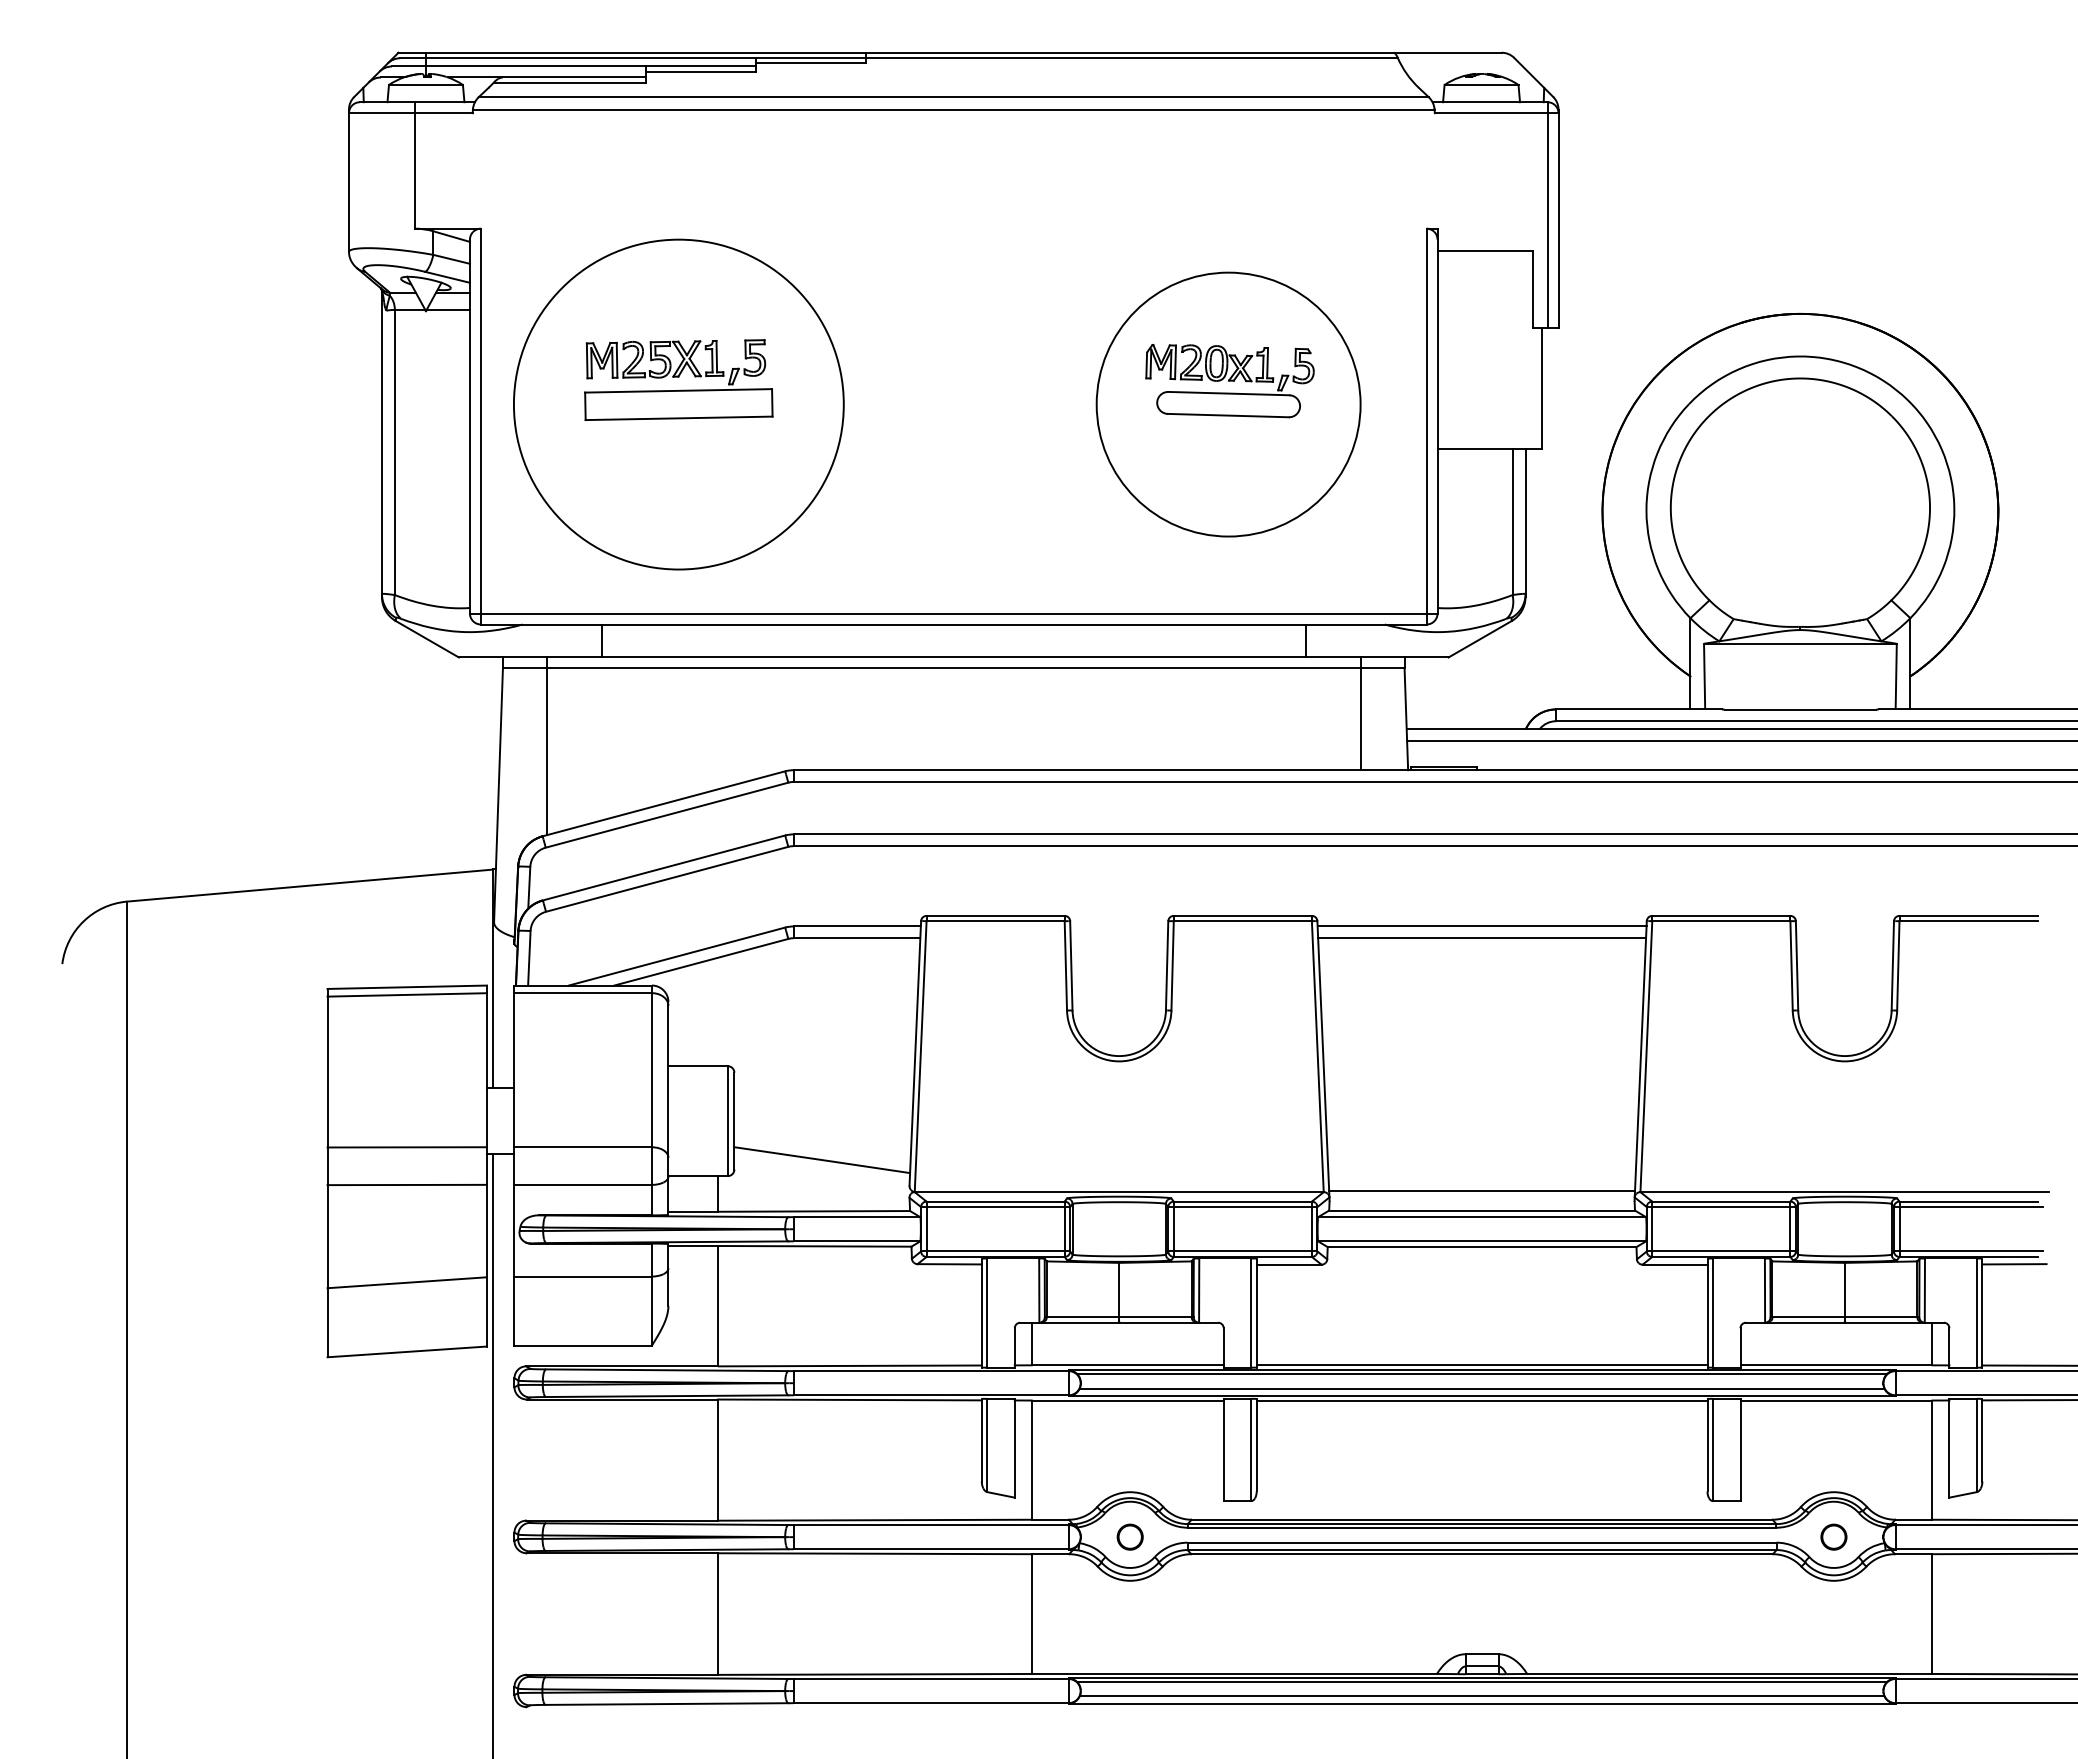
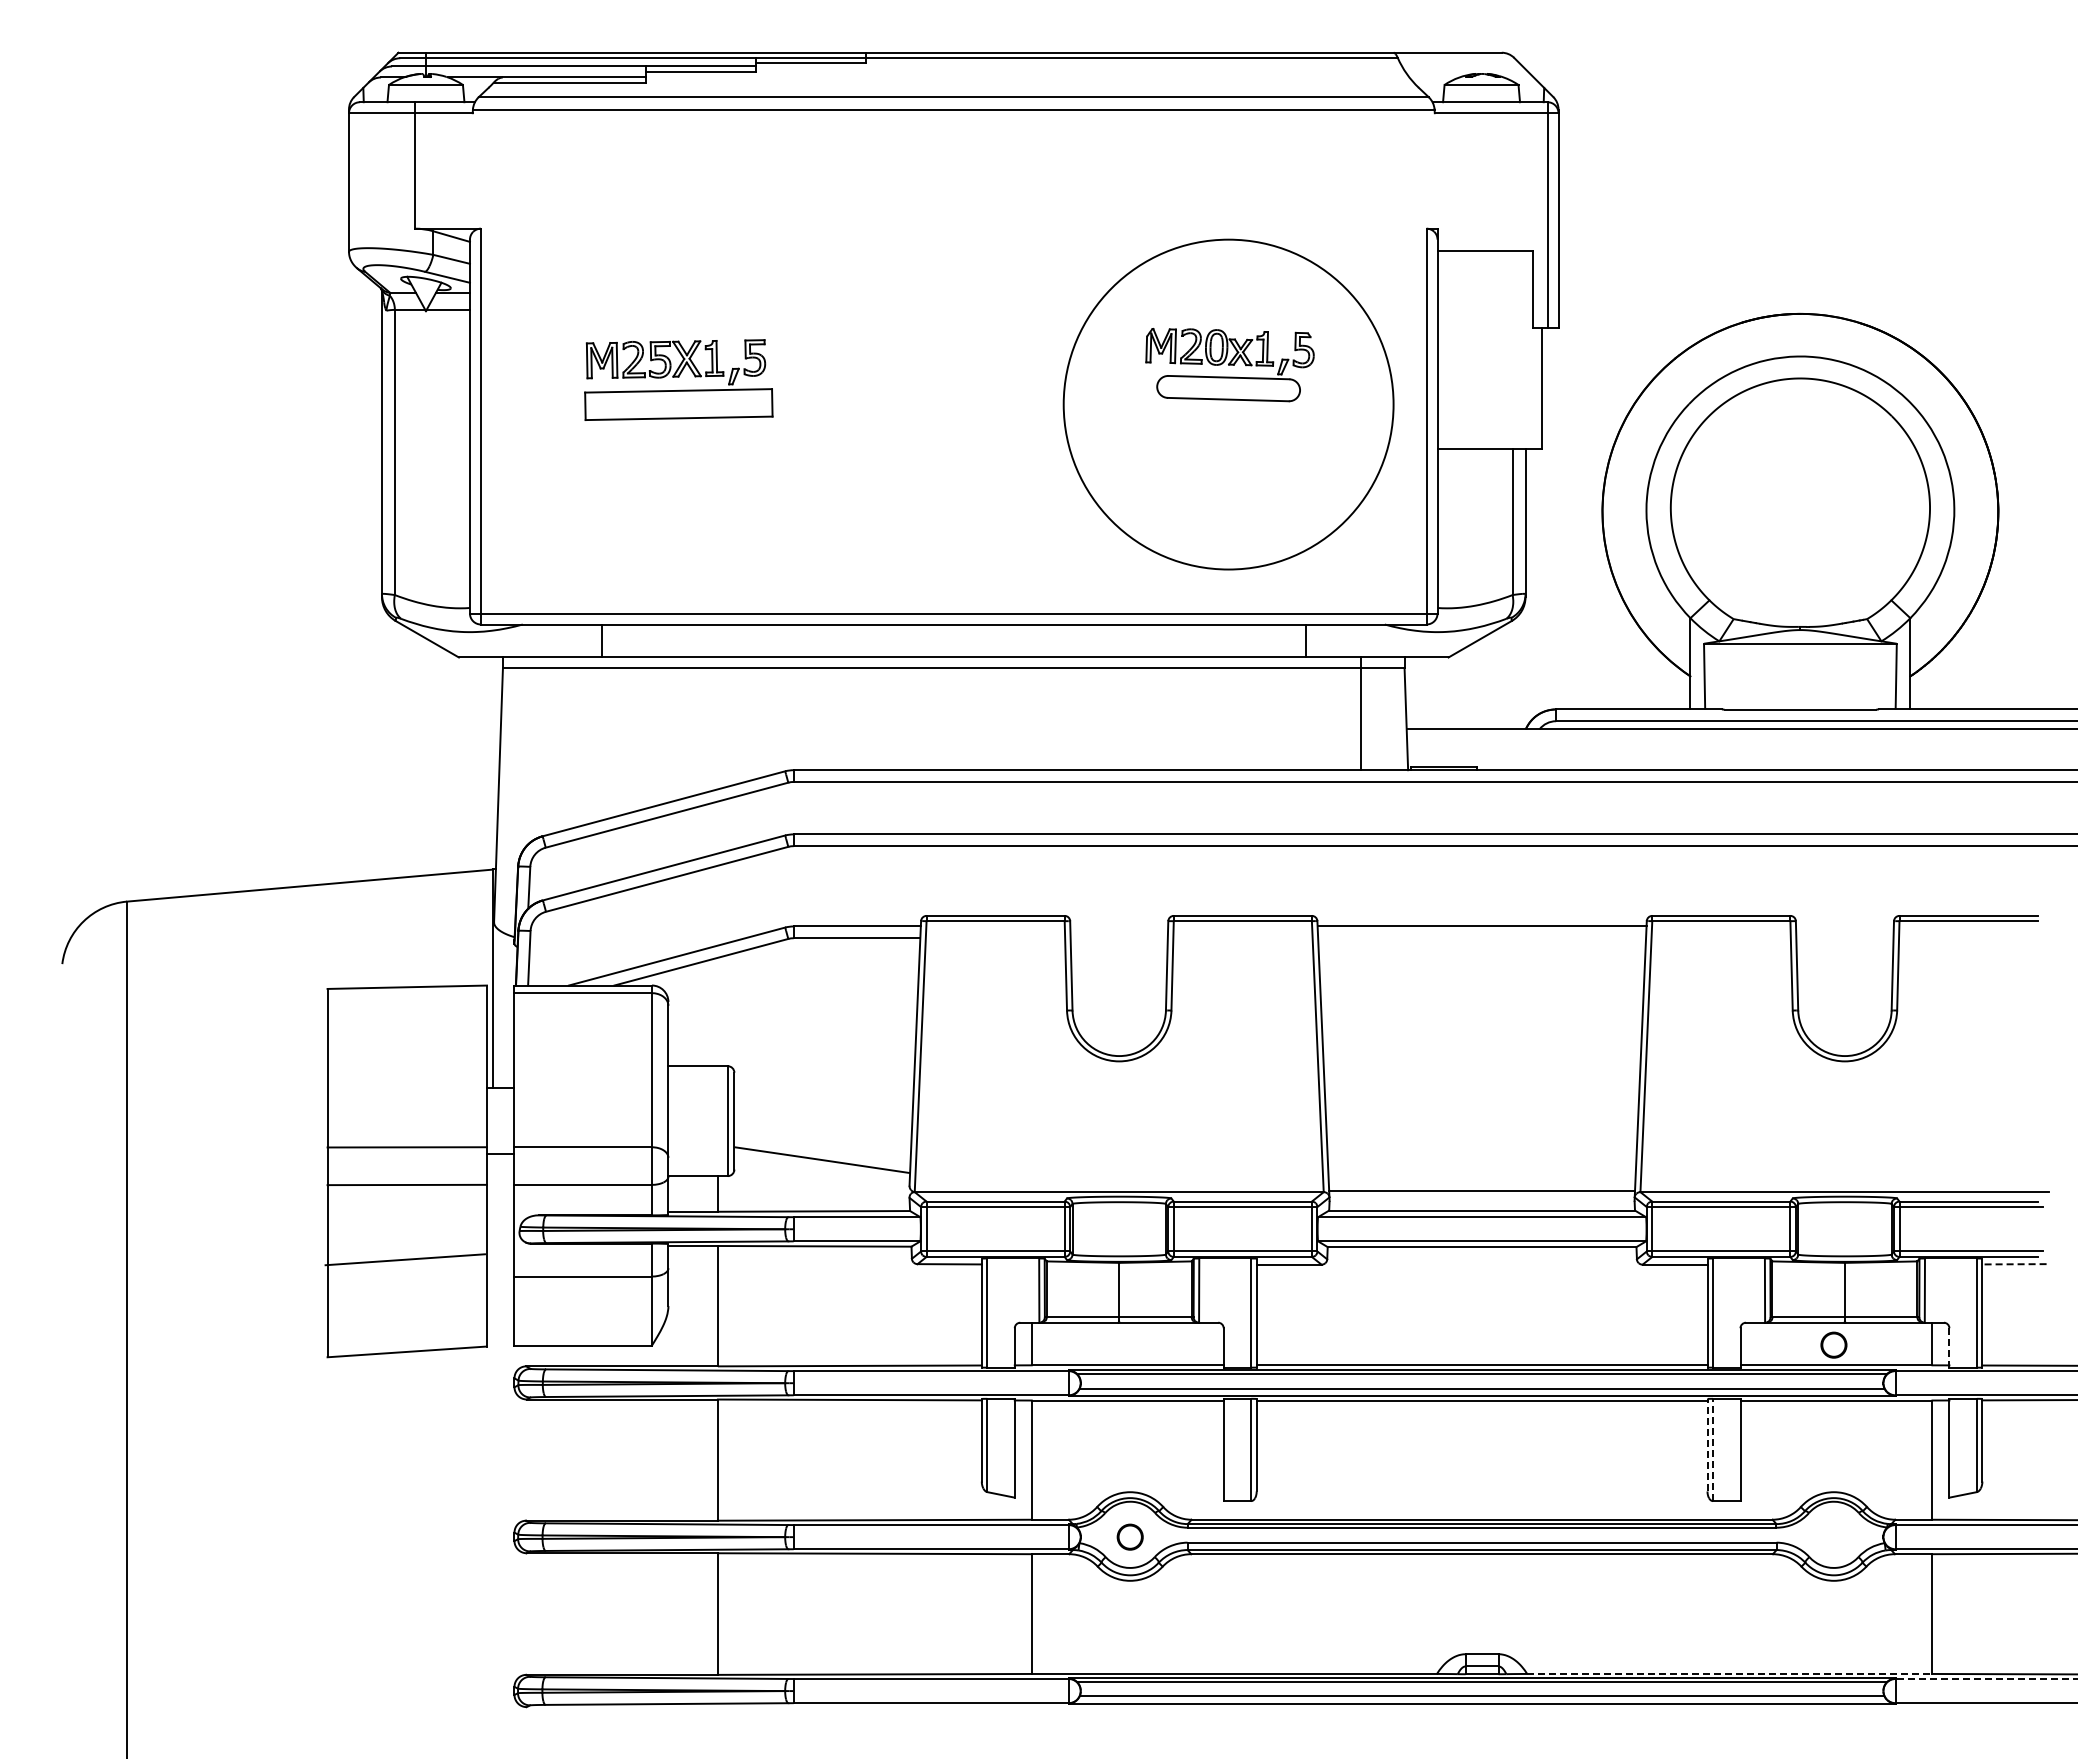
part at (1229, 381) position: (1229, 381) -> (1229, 365)
circle at (678, 404): present -> none
circle at (1228, 404) diameter: 264 px -> 330 px
line at (1740, 741): present -> none
line at (546, 746): present -> none
line at (1482, 938): present -> none
line at (407, 994): present -> none
line at (2014, 1264): solid -> dashed
line at (407, 1282) position: (407, 1282) -> (405, 1259)
line at (1949, 1347): solid -> dashed
line at (1707, 1444): solid -> dashed
line at (1713, 1449): solid -> dashed
line at (492, 1454): present -> none
circle at (1833, 1536) position: (1833, 1536) -> (1833, 1344)
line at (1729, 1673): solid -> dashed
line at (1986, 1679): solid -> dashed
